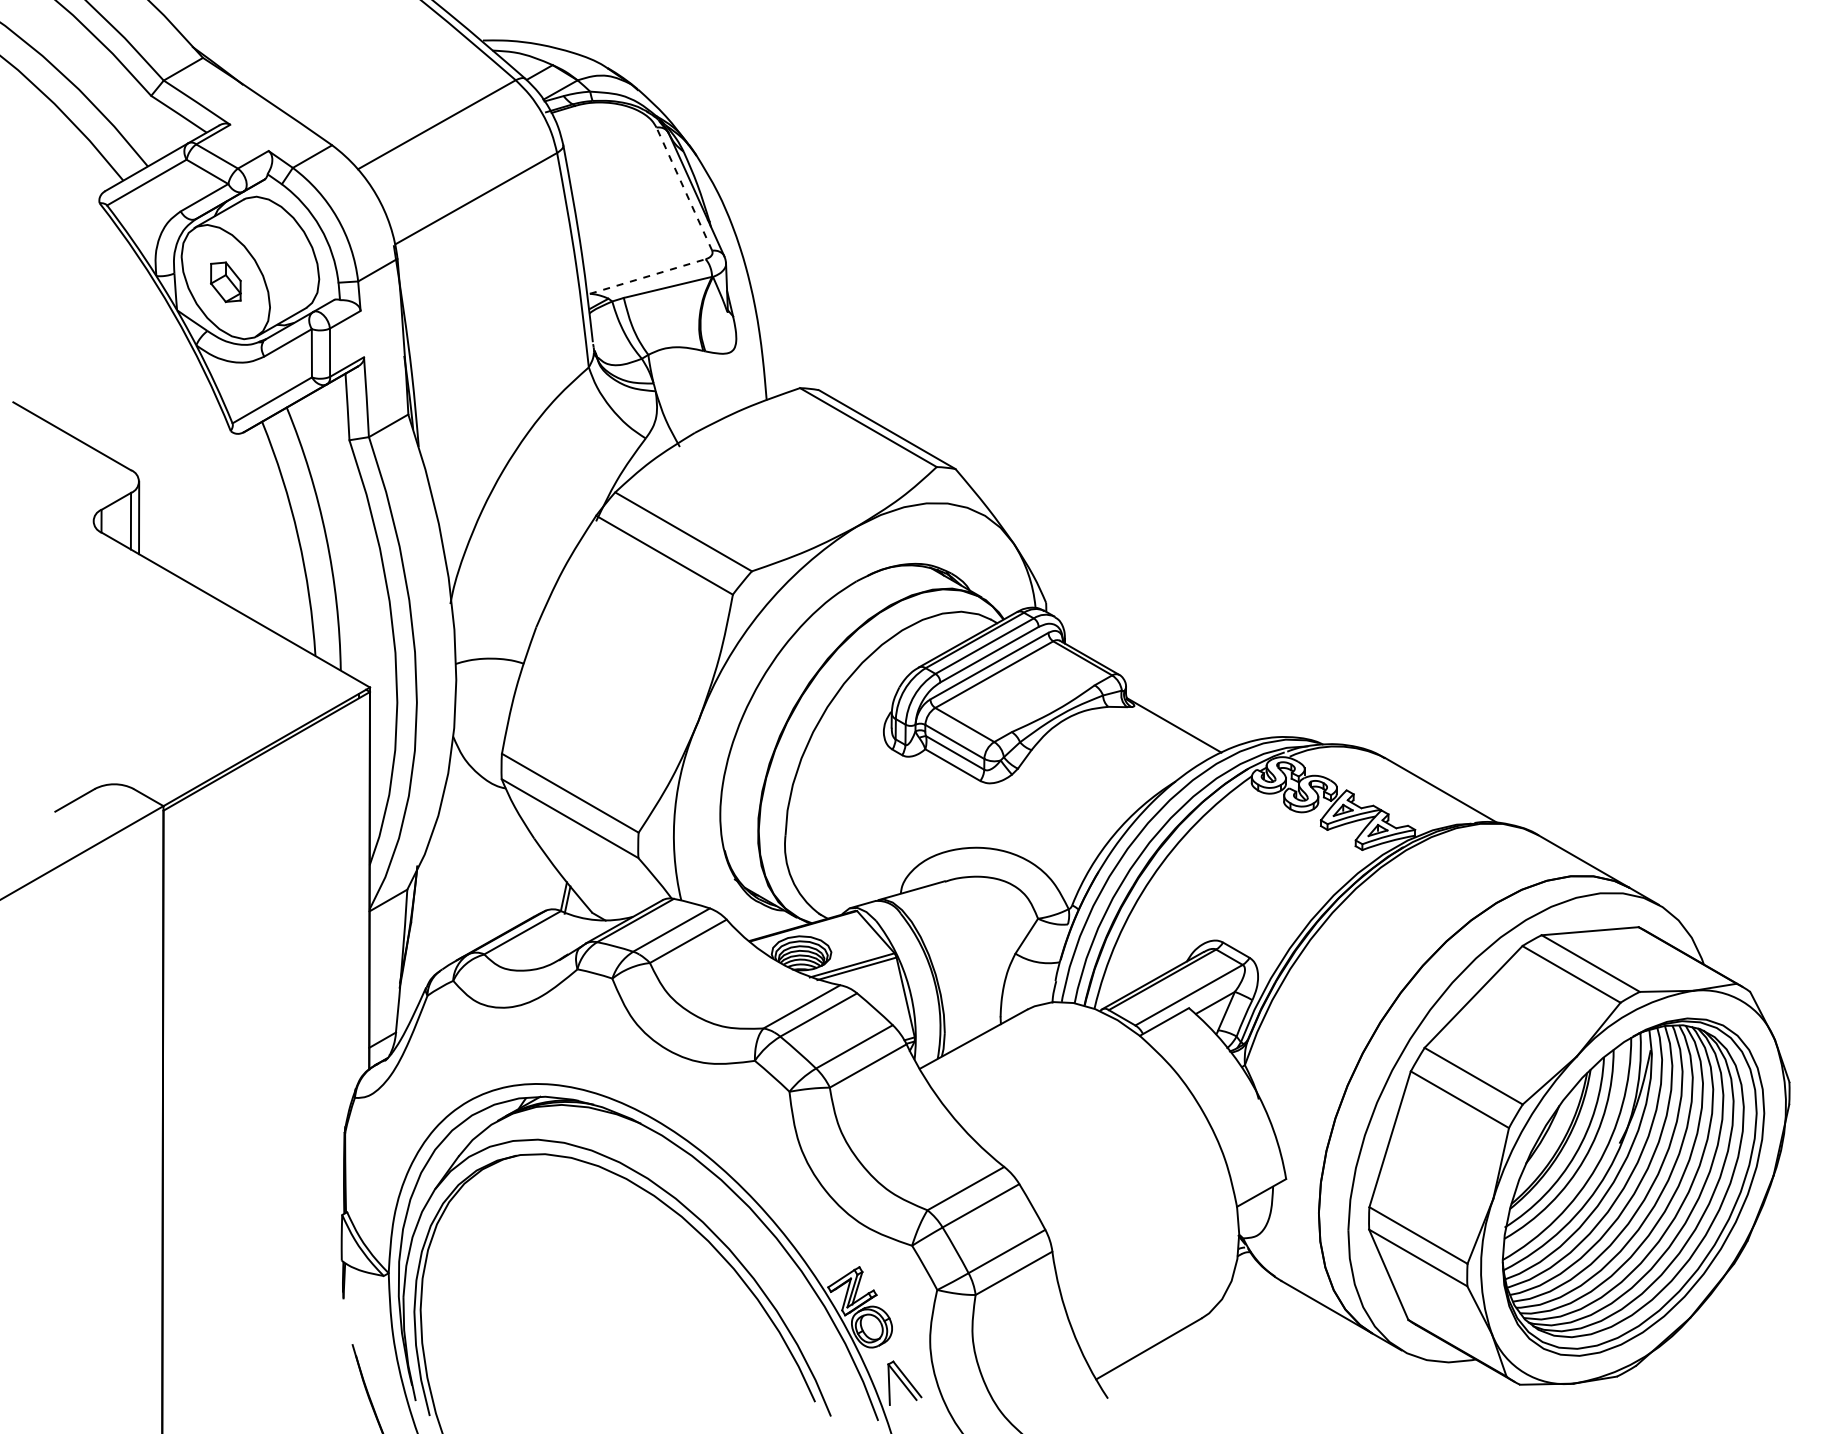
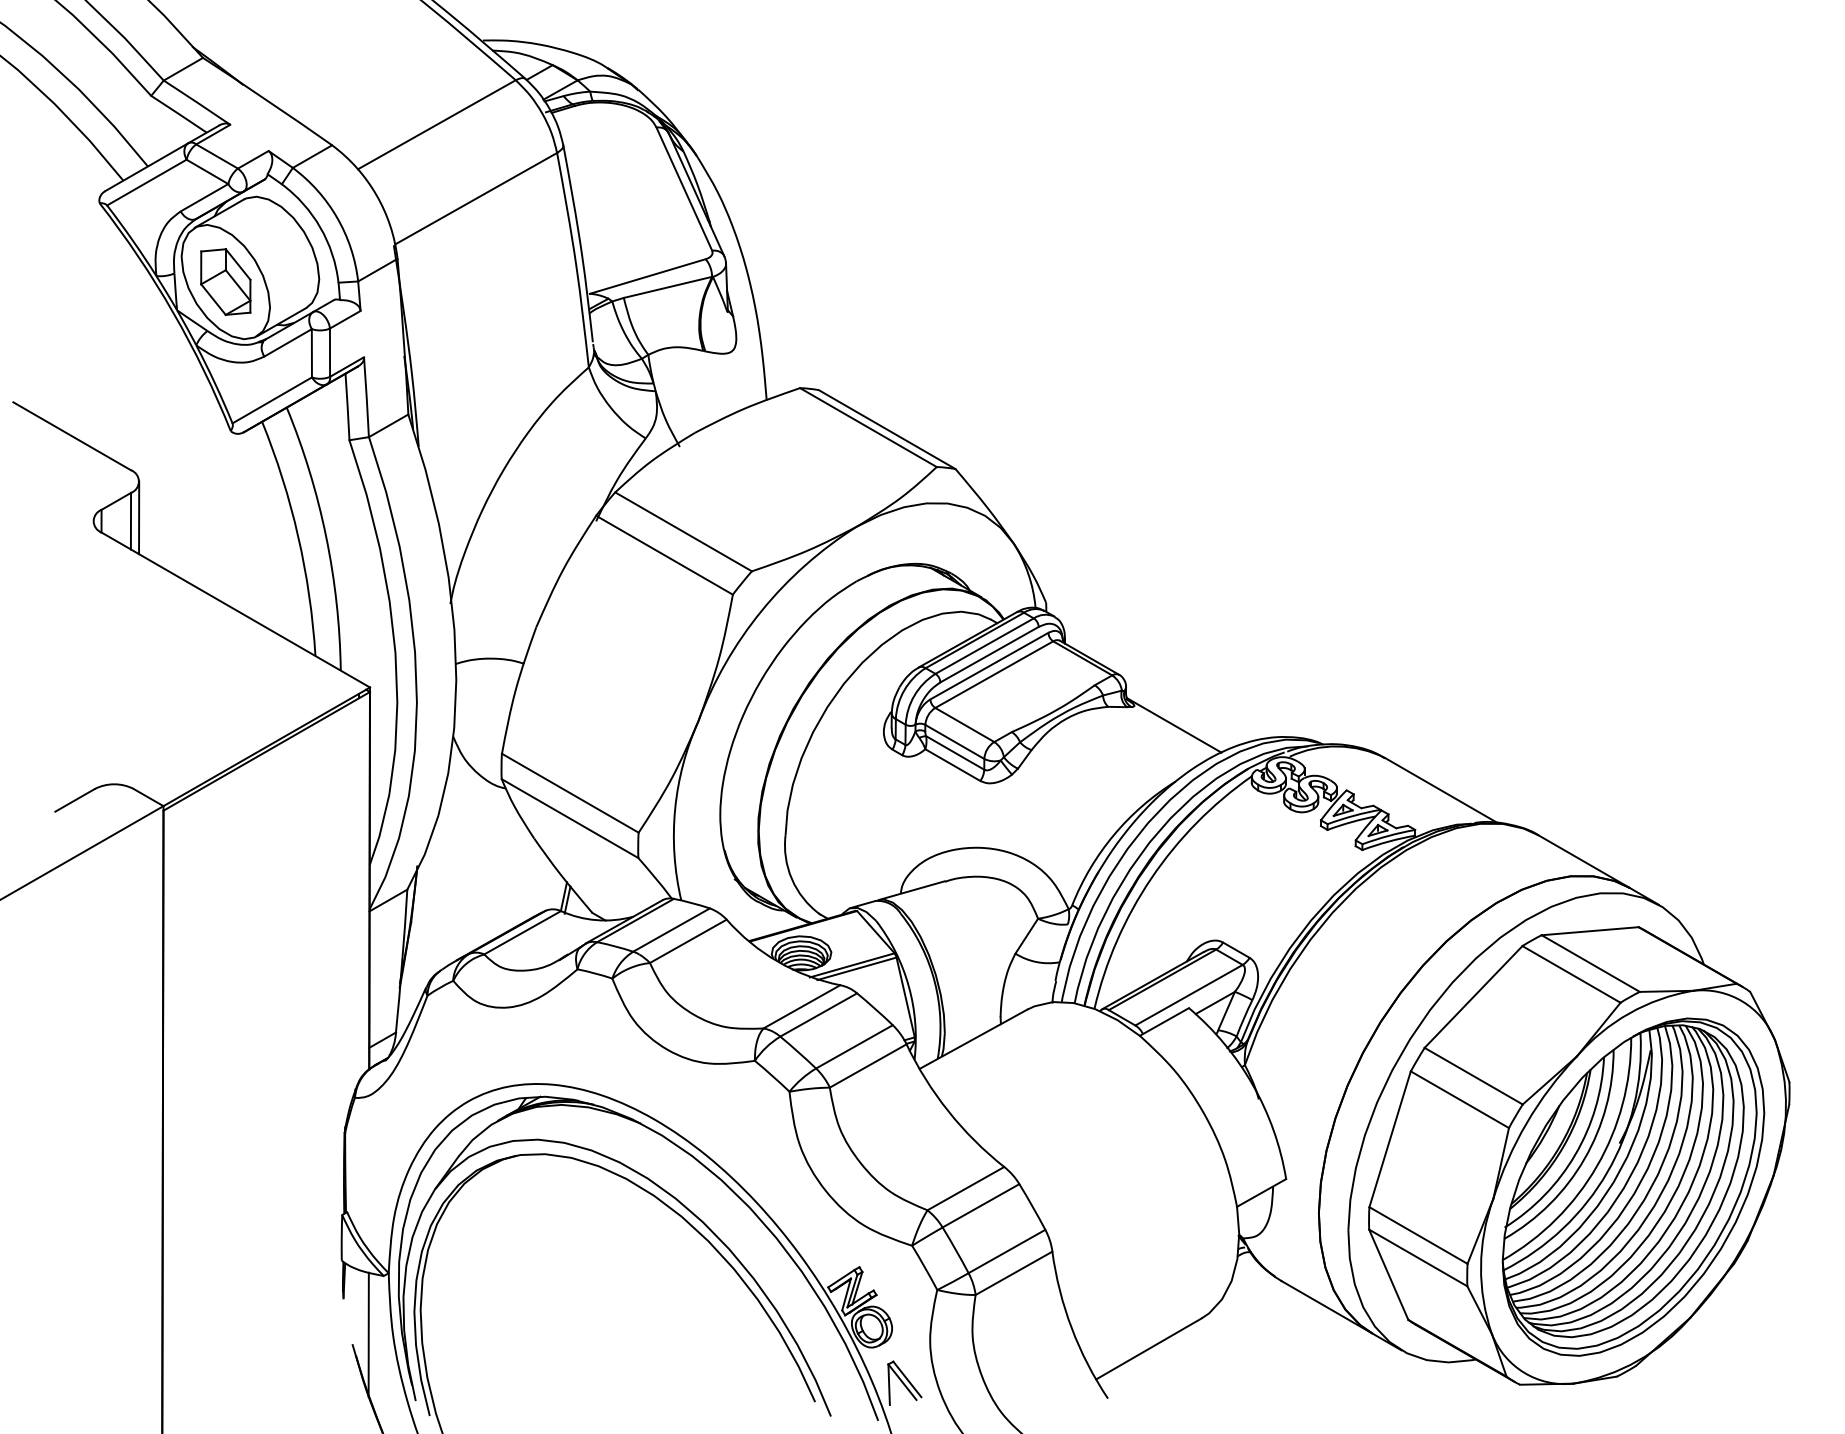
line at (684, 189): dashed -> solid
line at (648, 276): dashed -> solid
part at (225, 282) size: 32x43 px -> 52x69 px
line at (368, 1334): none -> present
